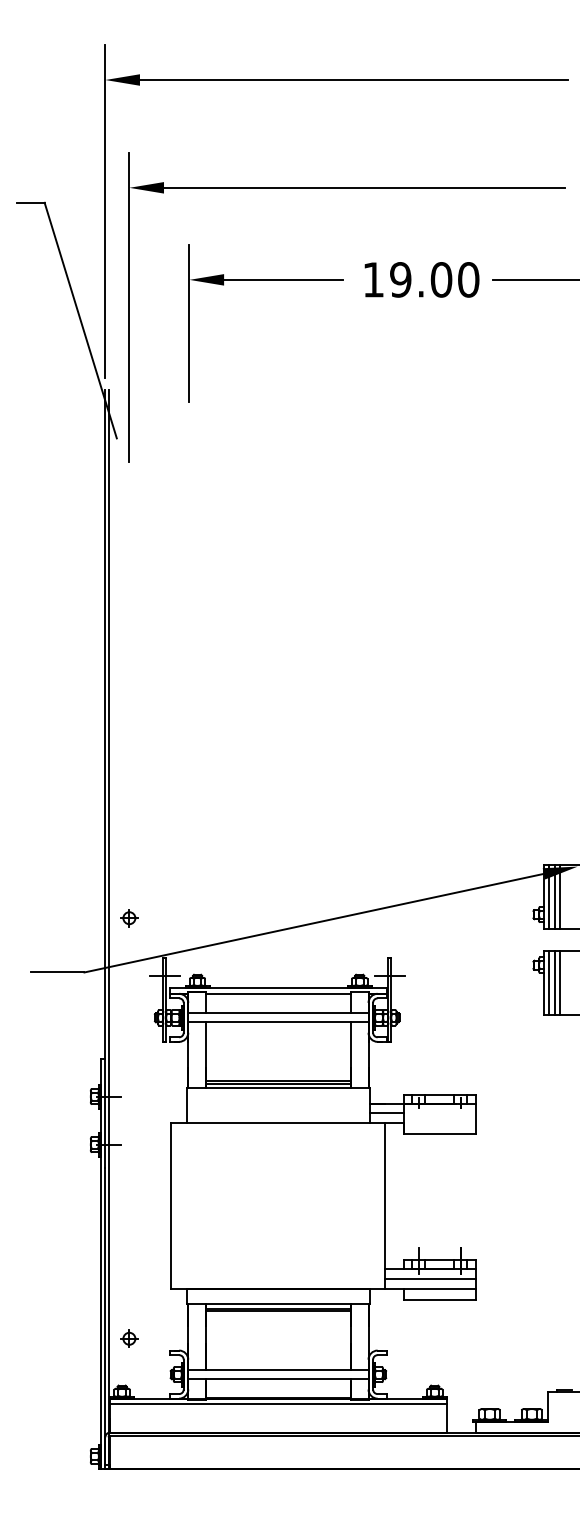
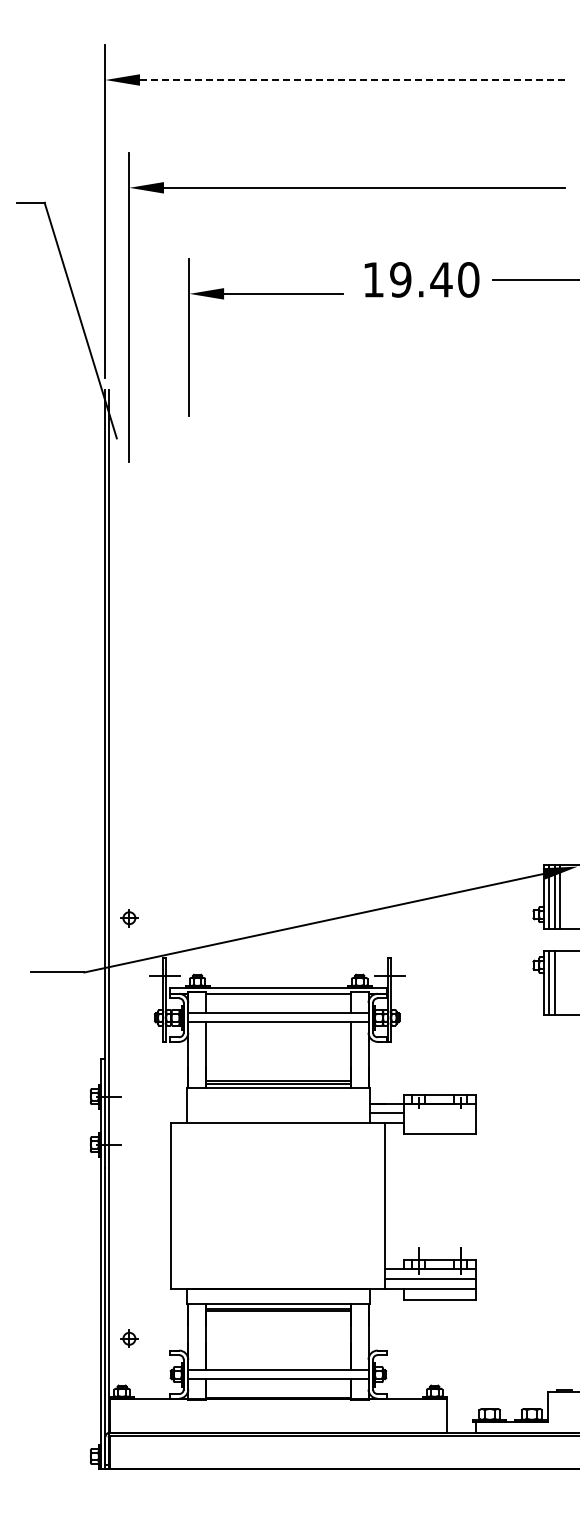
line at (354, 80): solid -> dashed
text at (441, 279): 19.00 -> 19.40
part at (265, 280) position: (265, 280) -> (265, 294)
line at (560, 983): present -> none
line at (278, 1404): present -> none
